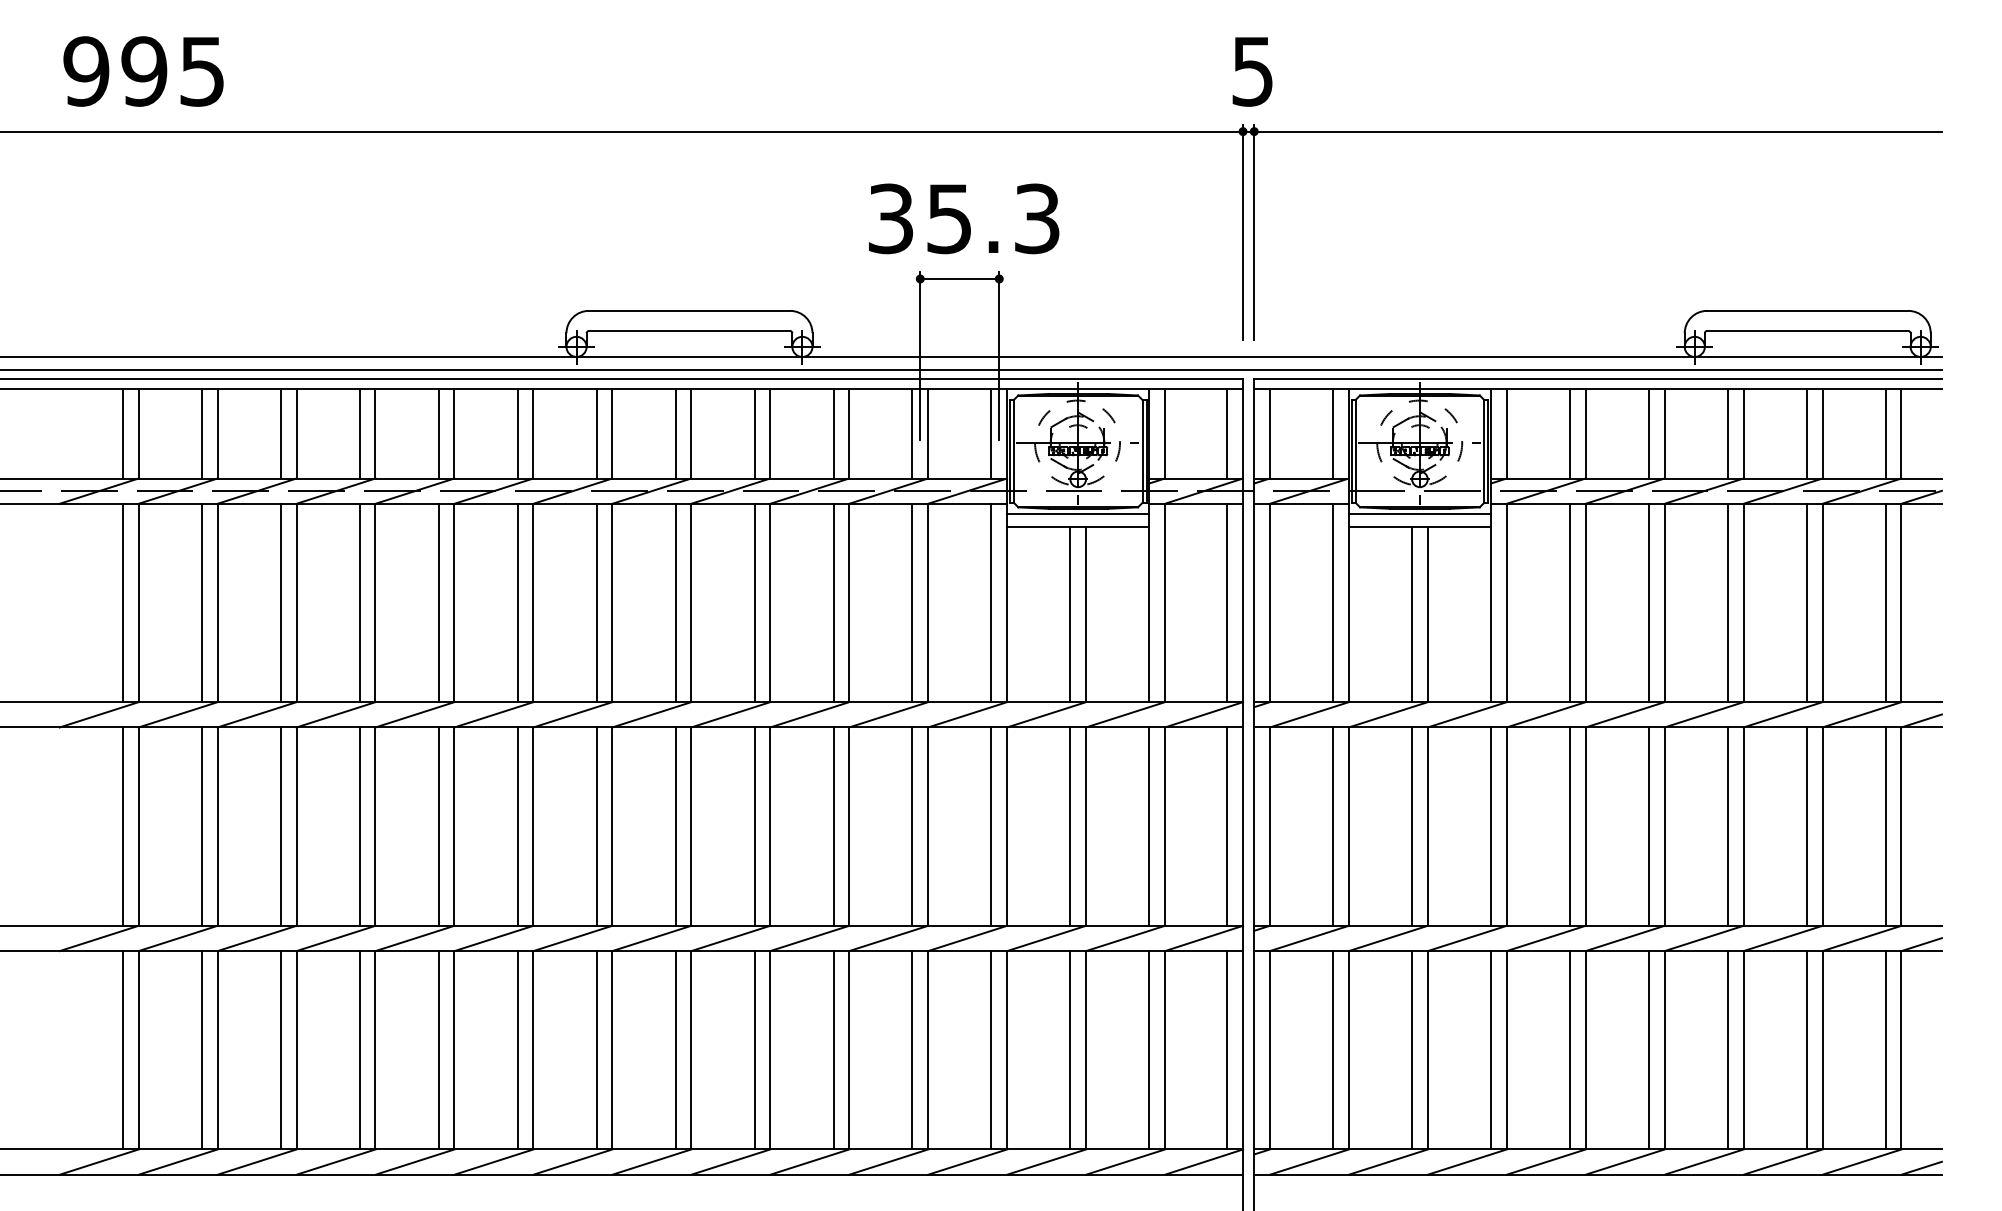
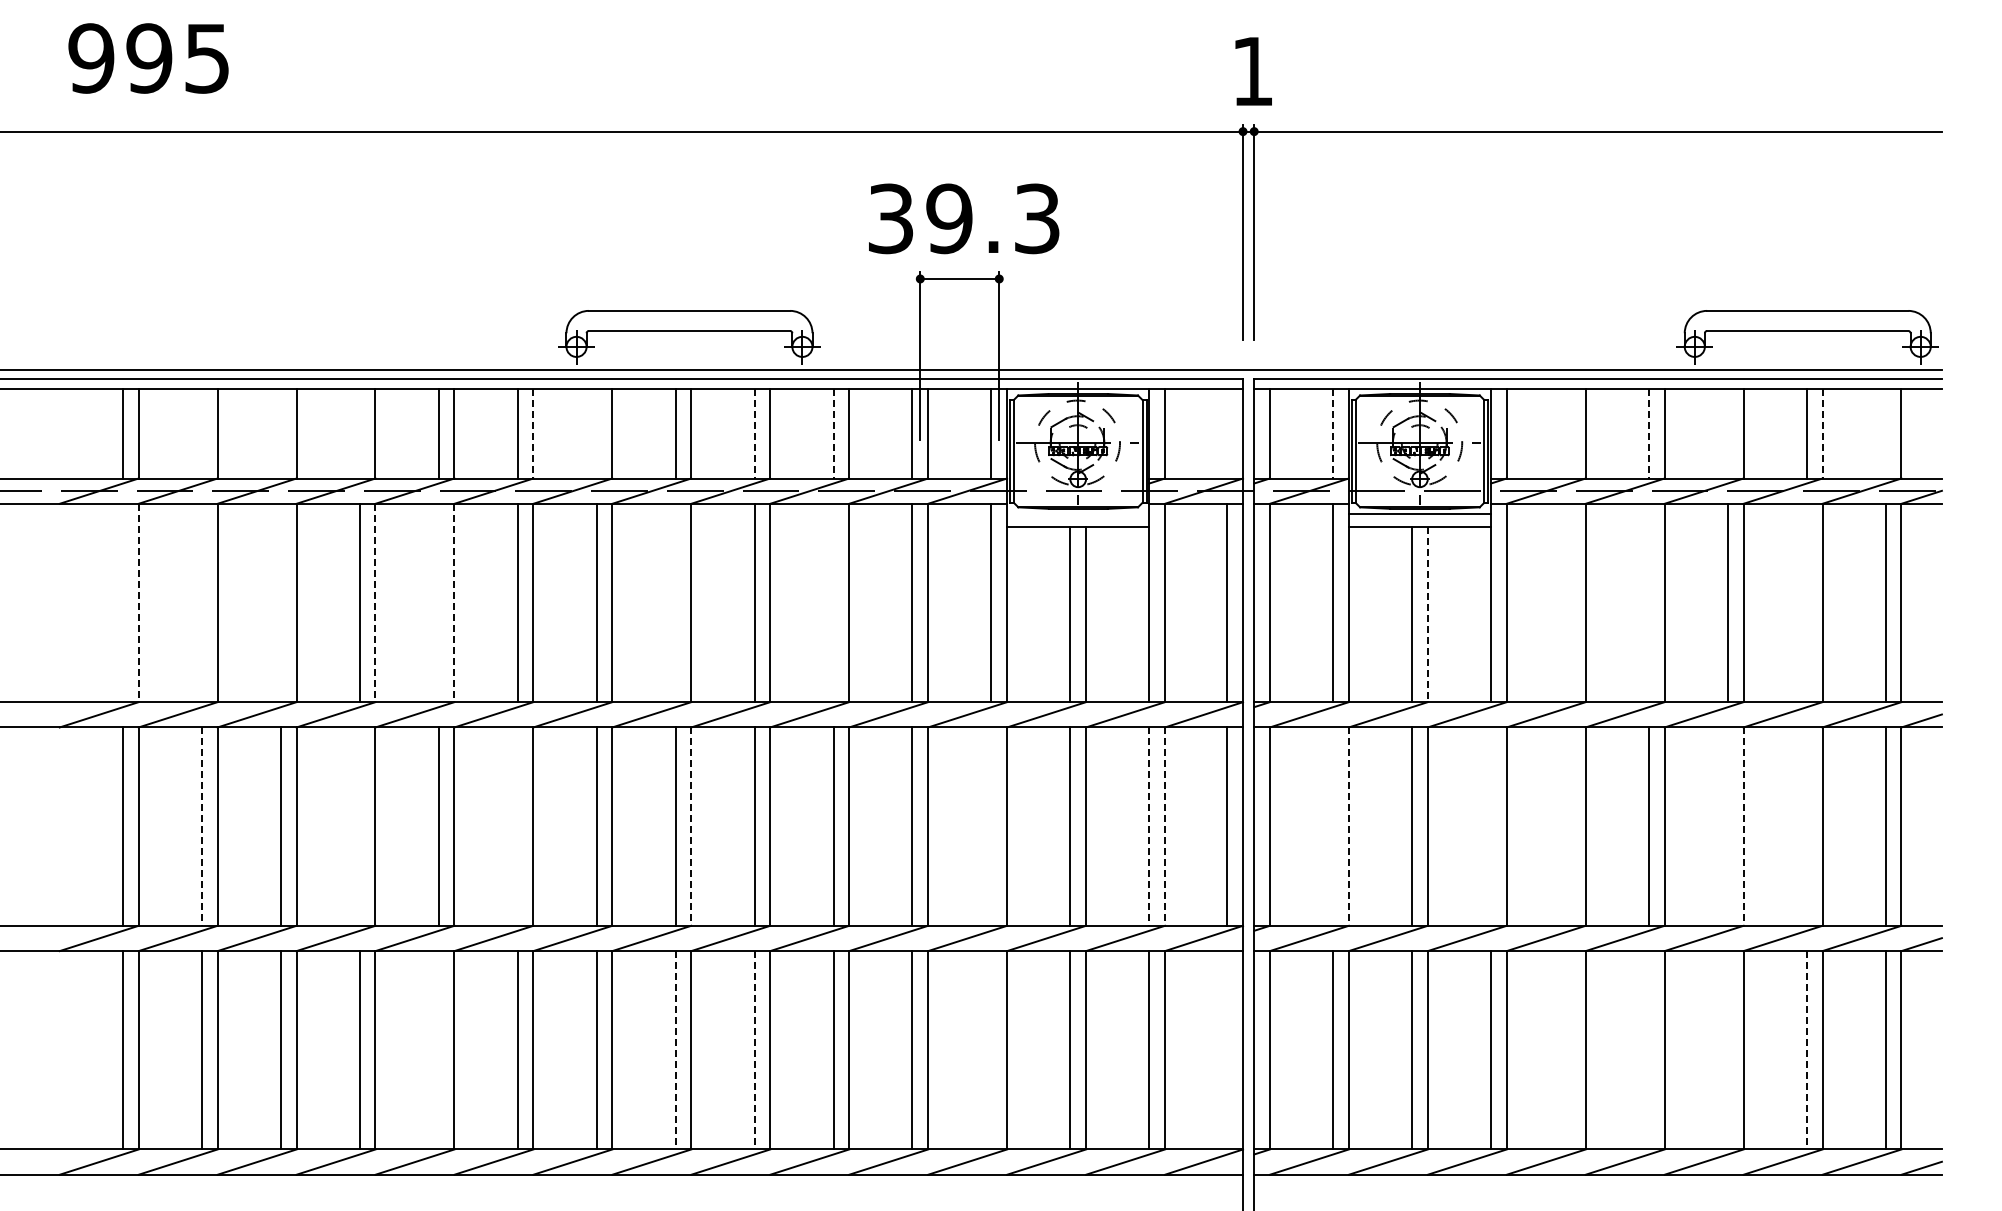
text at (143, 71) position: (143, 71) -> (148, 58)
text at (1252, 71): 5 -> 1
text at (949, 218): 35.3 -> 39.3
line at (971, 356): present -> none
line at (201, 433): present -> none
line at (280, 433): present -> none
line at (359, 433): present -> none
line at (533, 433): solid -> dashed
line at (596, 433): present -> none
line at (754, 433): solid -> dashed
line at (833, 433): solid -> dashed
line at (1227, 433): present -> none
line at (1333, 433): solid -> dashed
line at (1570, 433): present -> none
line at (1648, 433): solid -> dashed
line at (1727, 433): present -> none
line at (1822, 433): solid -> dashed
line at (1885, 433): present -> none
line at (1078, 513): present -> none
line at (122, 602): present -> none
line at (201, 602): present -> none
line at (280, 602): present -> none
line at (438, 602): present -> none
line at (675, 602): present -> none
line at (833, 602): present -> none
line at (1570, 602): present -> none
line at (1648, 602): present -> none
line at (1806, 602): present -> none
line at (138, 603): solid -> dashed
line at (375, 603): solid -> dashed
line at (454, 603): solid -> dashed
line at (1427, 614): solid -> dashed
line at (359, 826): present -> none
line at (517, 826): present -> none
line at (991, 826): present -> none
line at (1333, 826): present -> none
line at (1491, 826): present -> none
line at (1570, 826): present -> none
line at (1727, 826): present -> none
line at (1806, 826): present -> none
line at (201, 827): solid -> dashed
line at (691, 827): solid -> dashed
line at (1149, 827): solid -> dashed
line at (1164, 827): solid -> dashed
line at (1348, 827): solid -> dashed
line at (1743, 827): solid -> dashed
line at (438, 1050): present -> none
line at (675, 1050): solid -> dashed
line at (754, 1050): solid -> dashed
line at (991, 1050): present -> none
line at (1227, 1050): present -> none
line at (1570, 1050): present -> none
line at (1648, 1050): present -> none
line at (1727, 1050): present -> none
line at (1806, 1050): solid -> dashed
